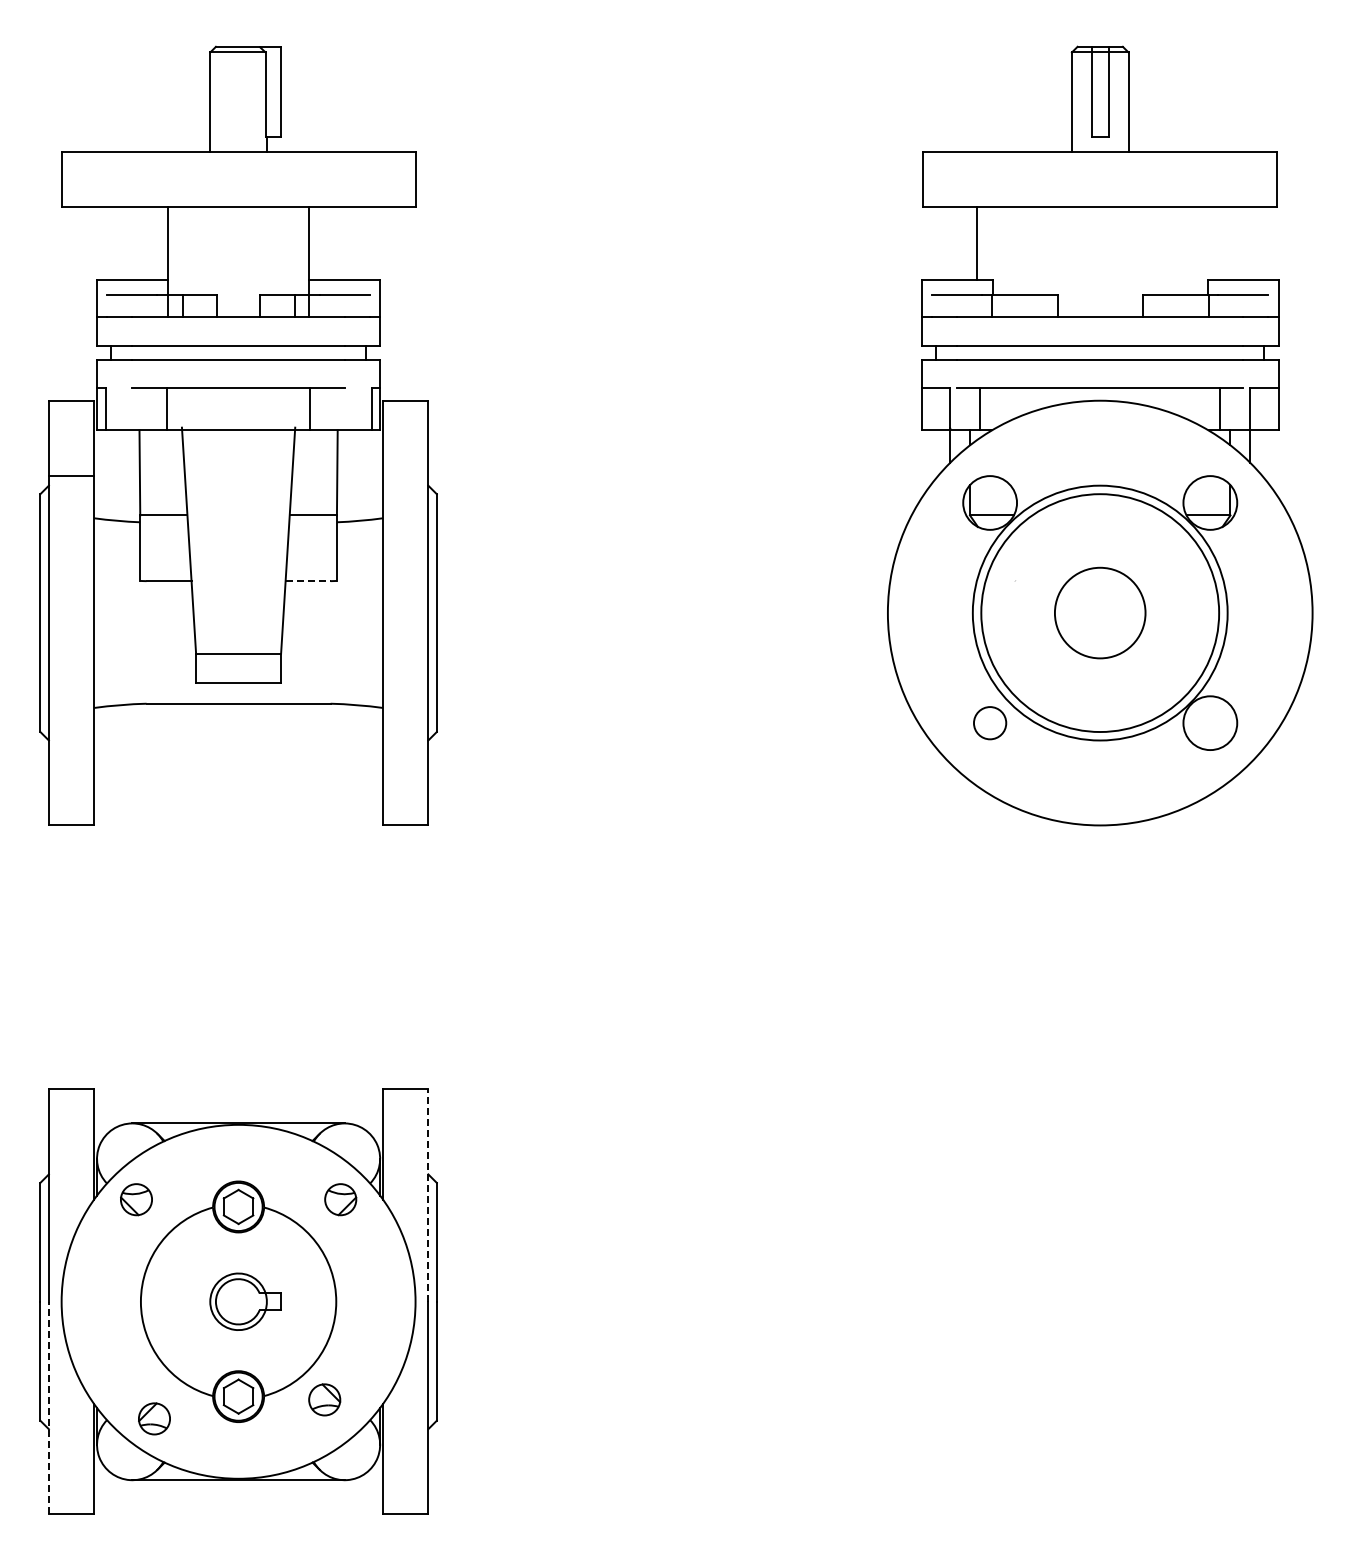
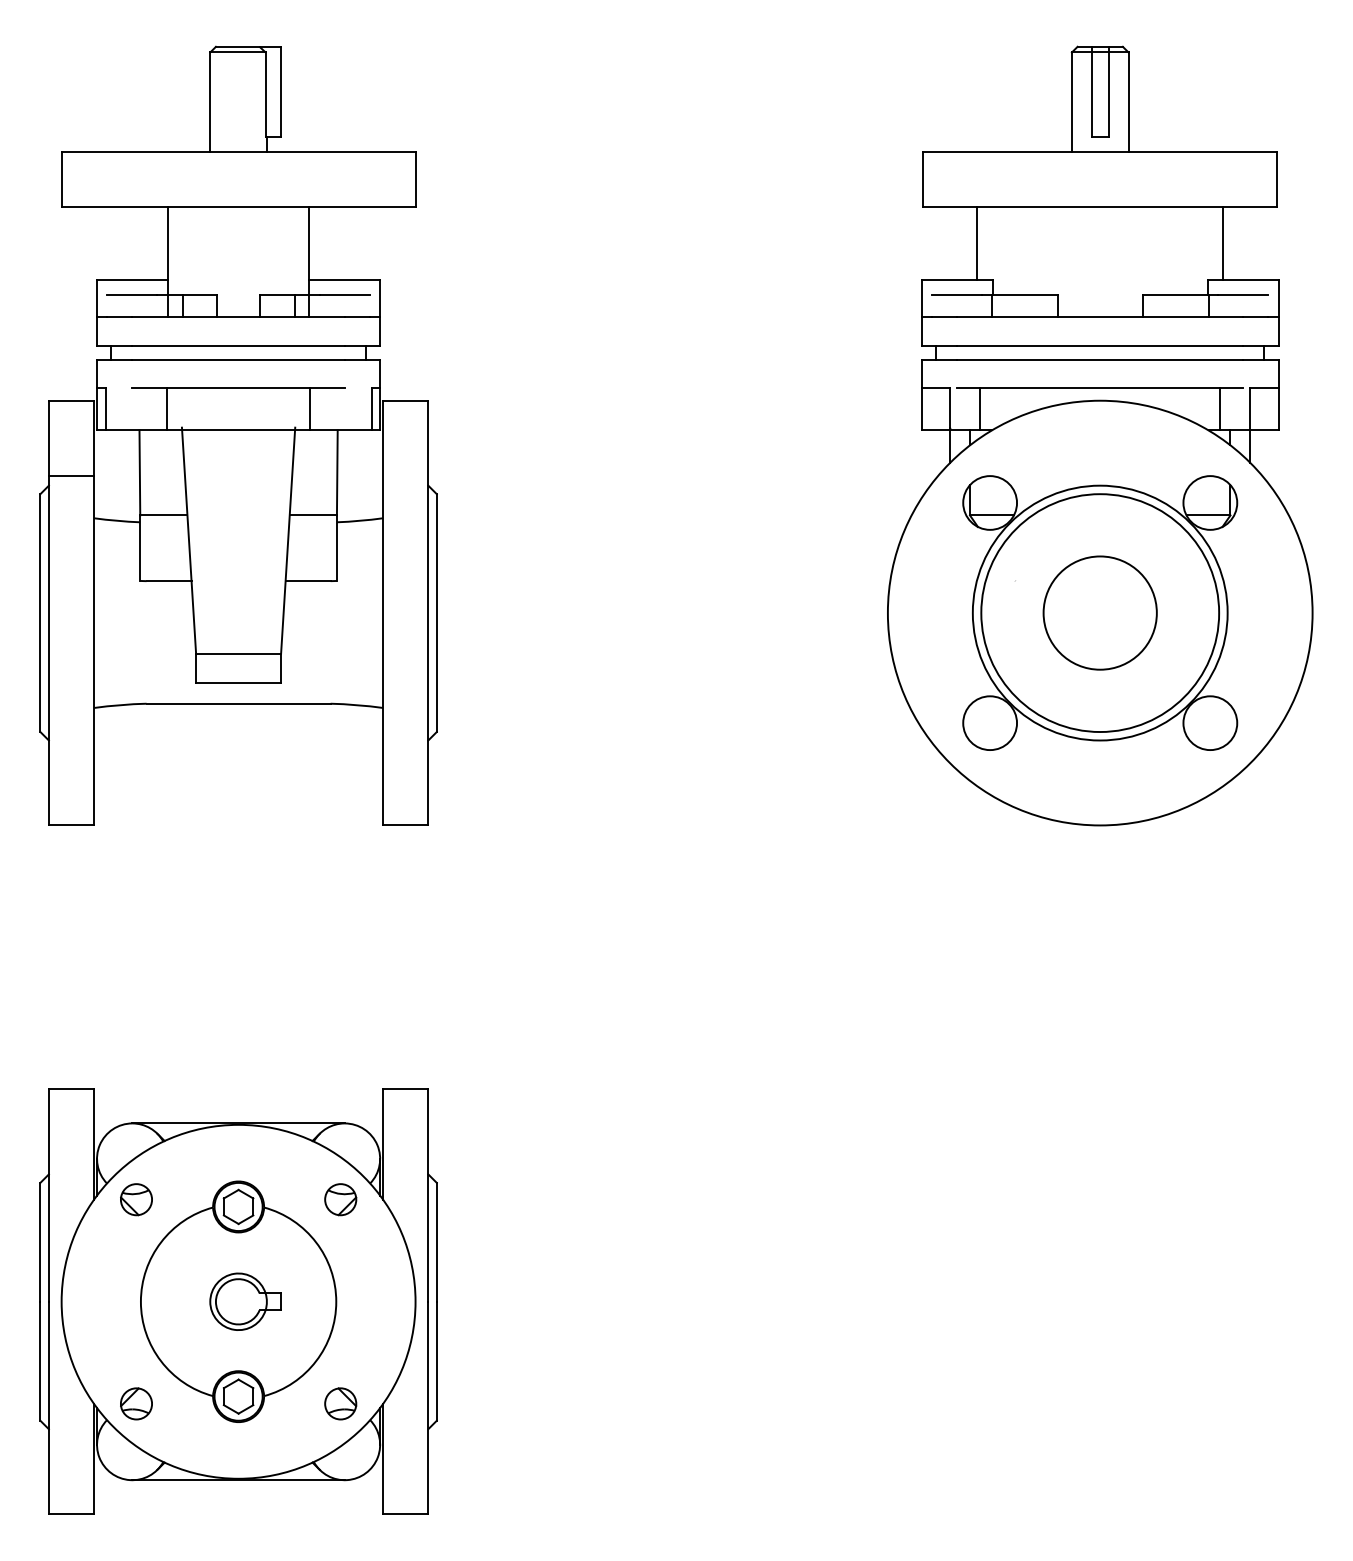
line at (1223, 243): none -> present
line at (308, 581): dashed -> solid
circle at (1099, 612) diameter: 91 px -> 113 px
circle at (989, 723) diameter: 32 px -> 54 px
line at (428, 1195): dashed -> solid
part at (324, 1399) position: (324, 1399) -> (340, 1403)
line at (48, 1407): dashed -> solid
part at (154, 1418) position: (154, 1418) -> (136, 1403)
